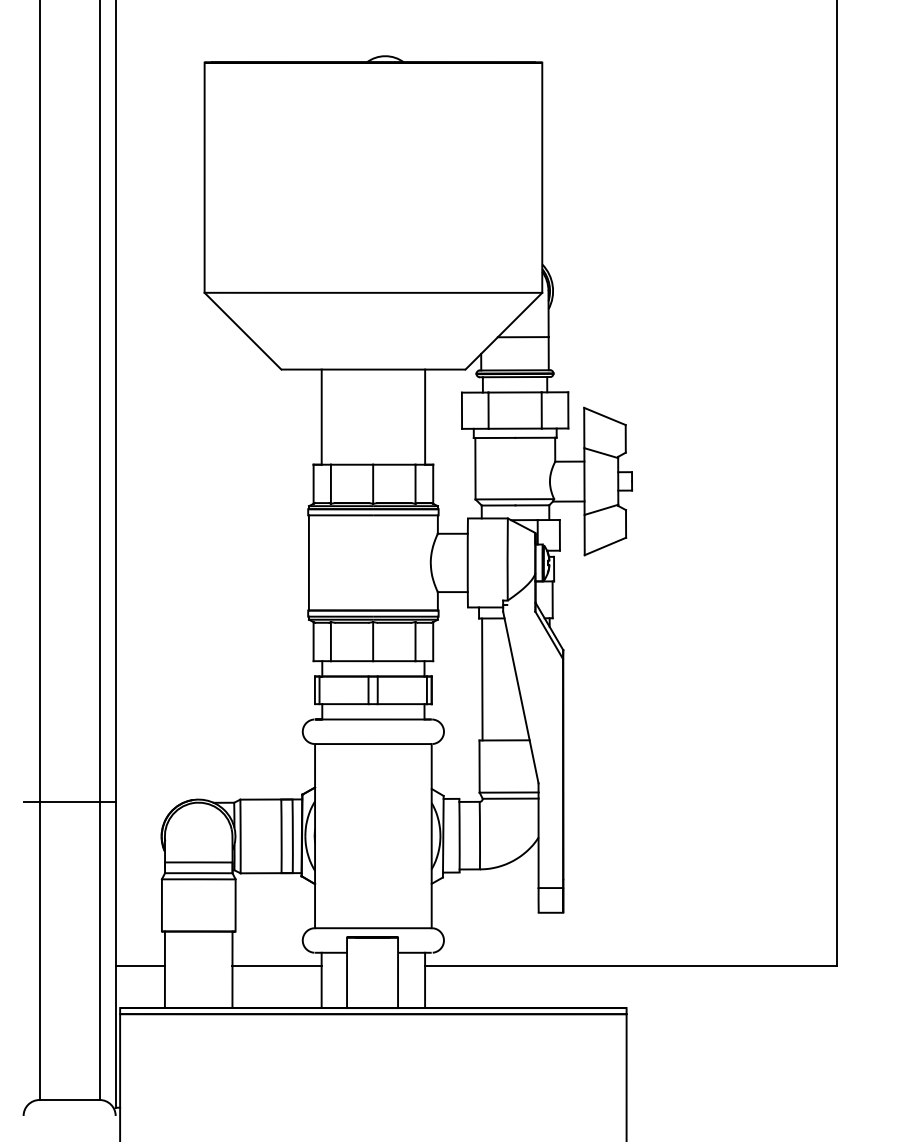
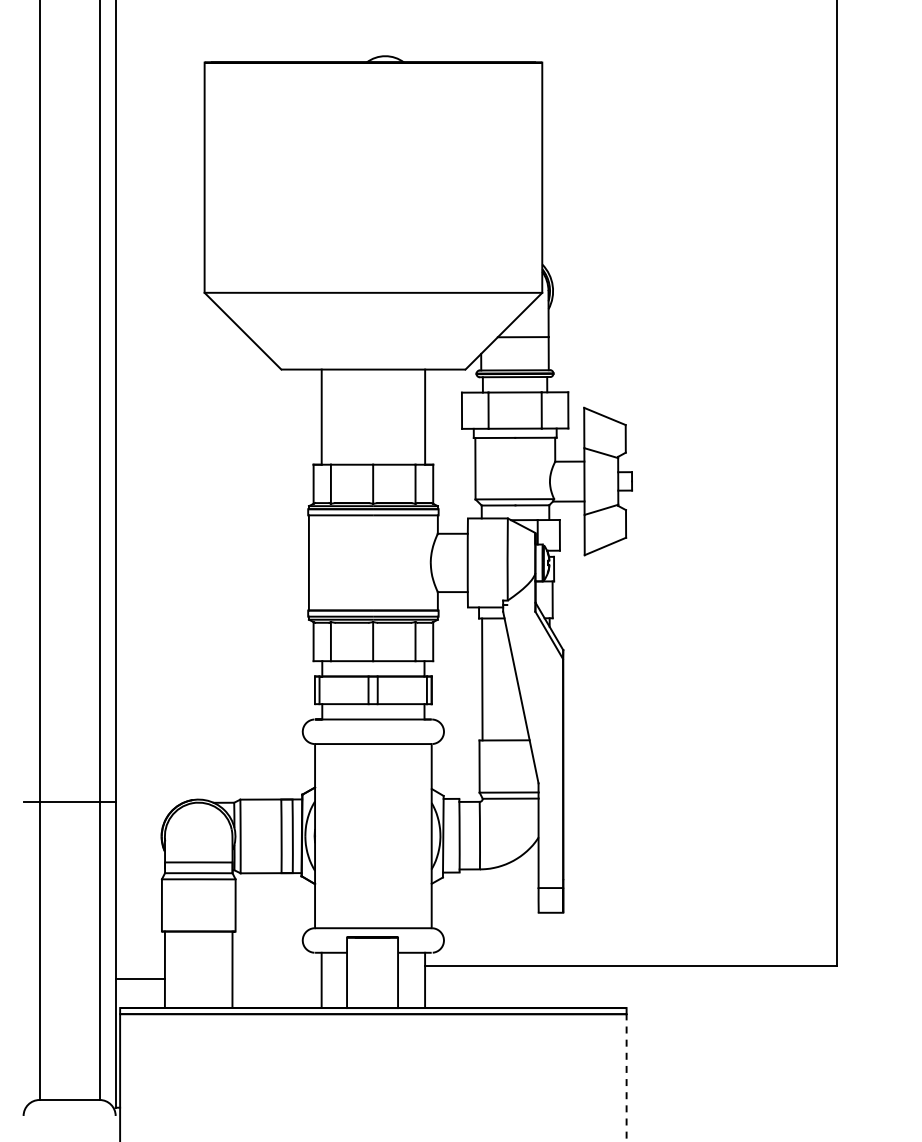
line at (139, 966) position: (139, 966) -> (139, 979)
line at (276, 966): present -> none
line at (626, 1077): solid -> dashed
